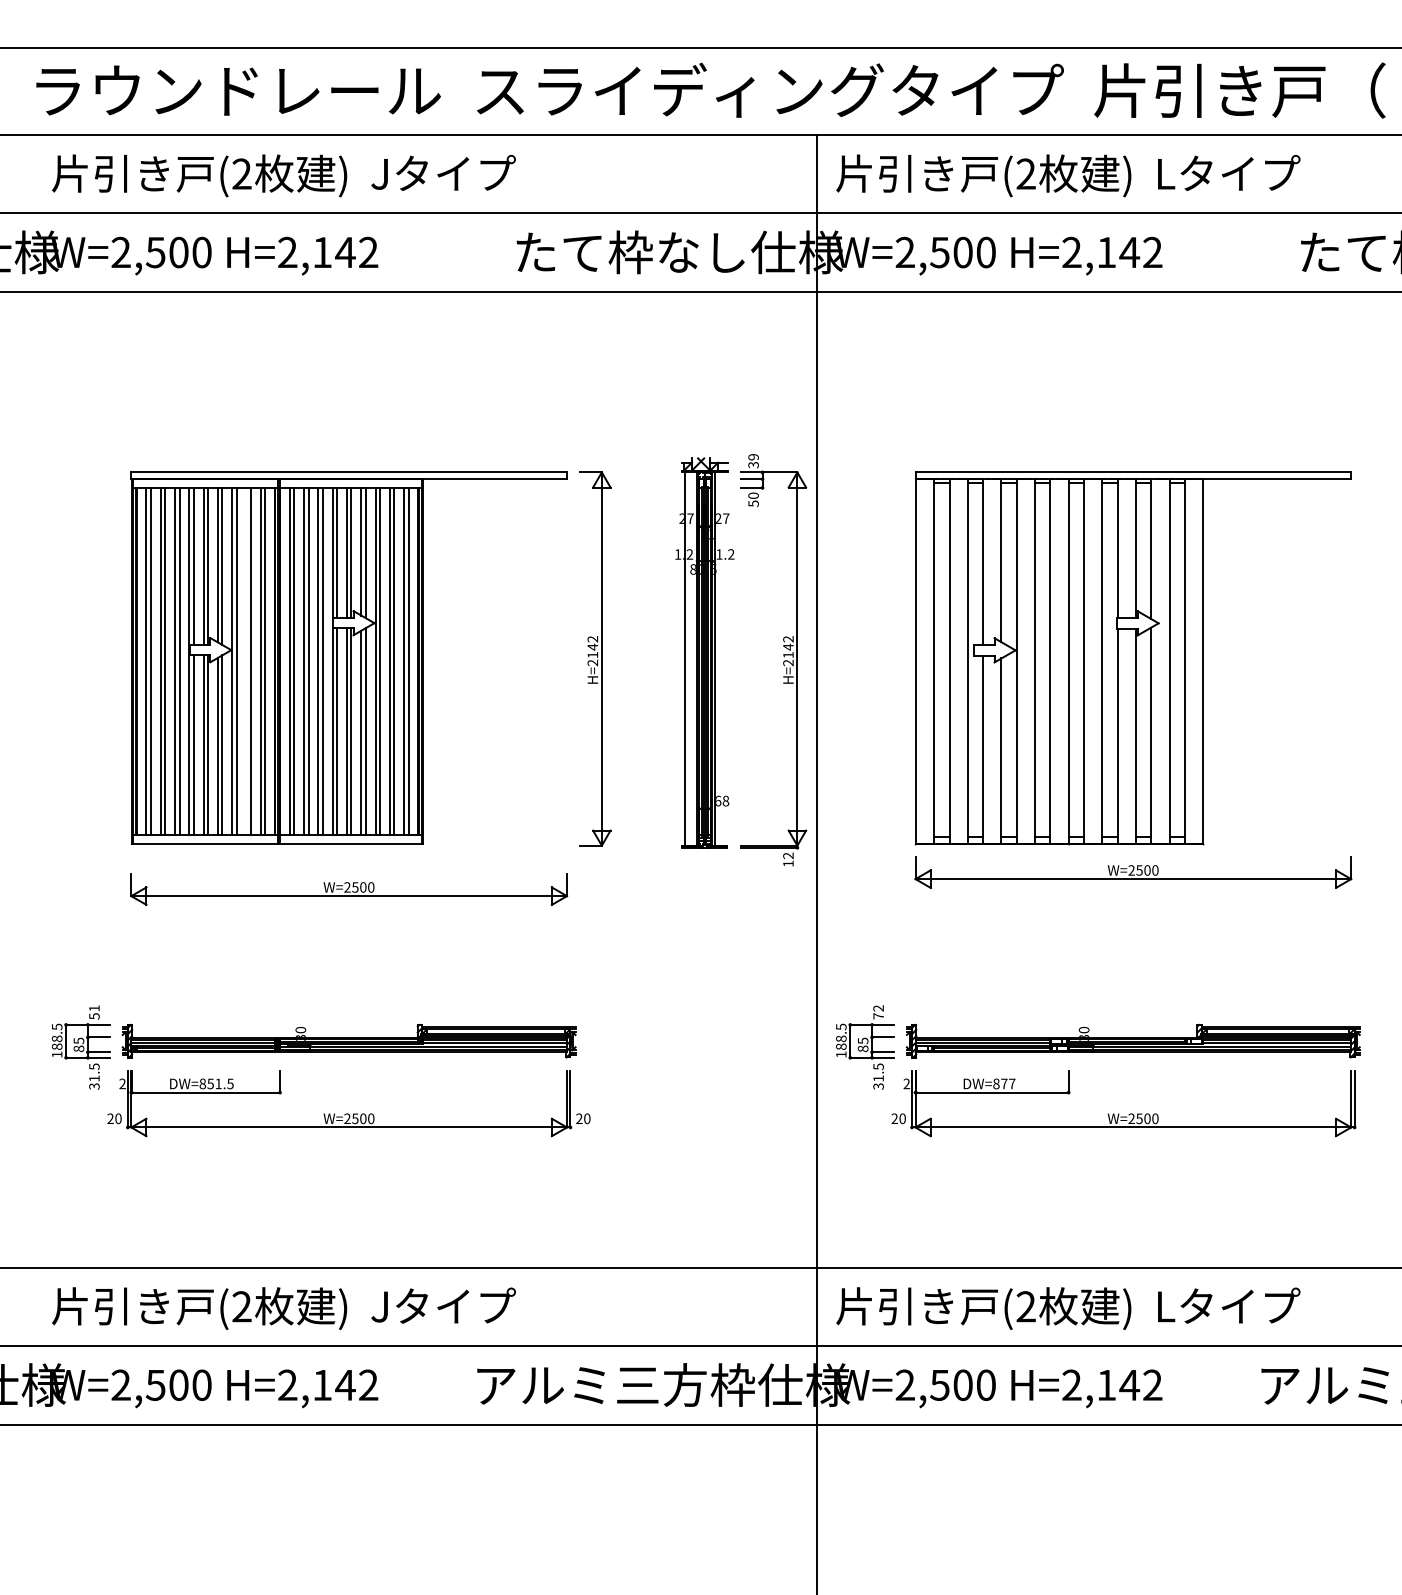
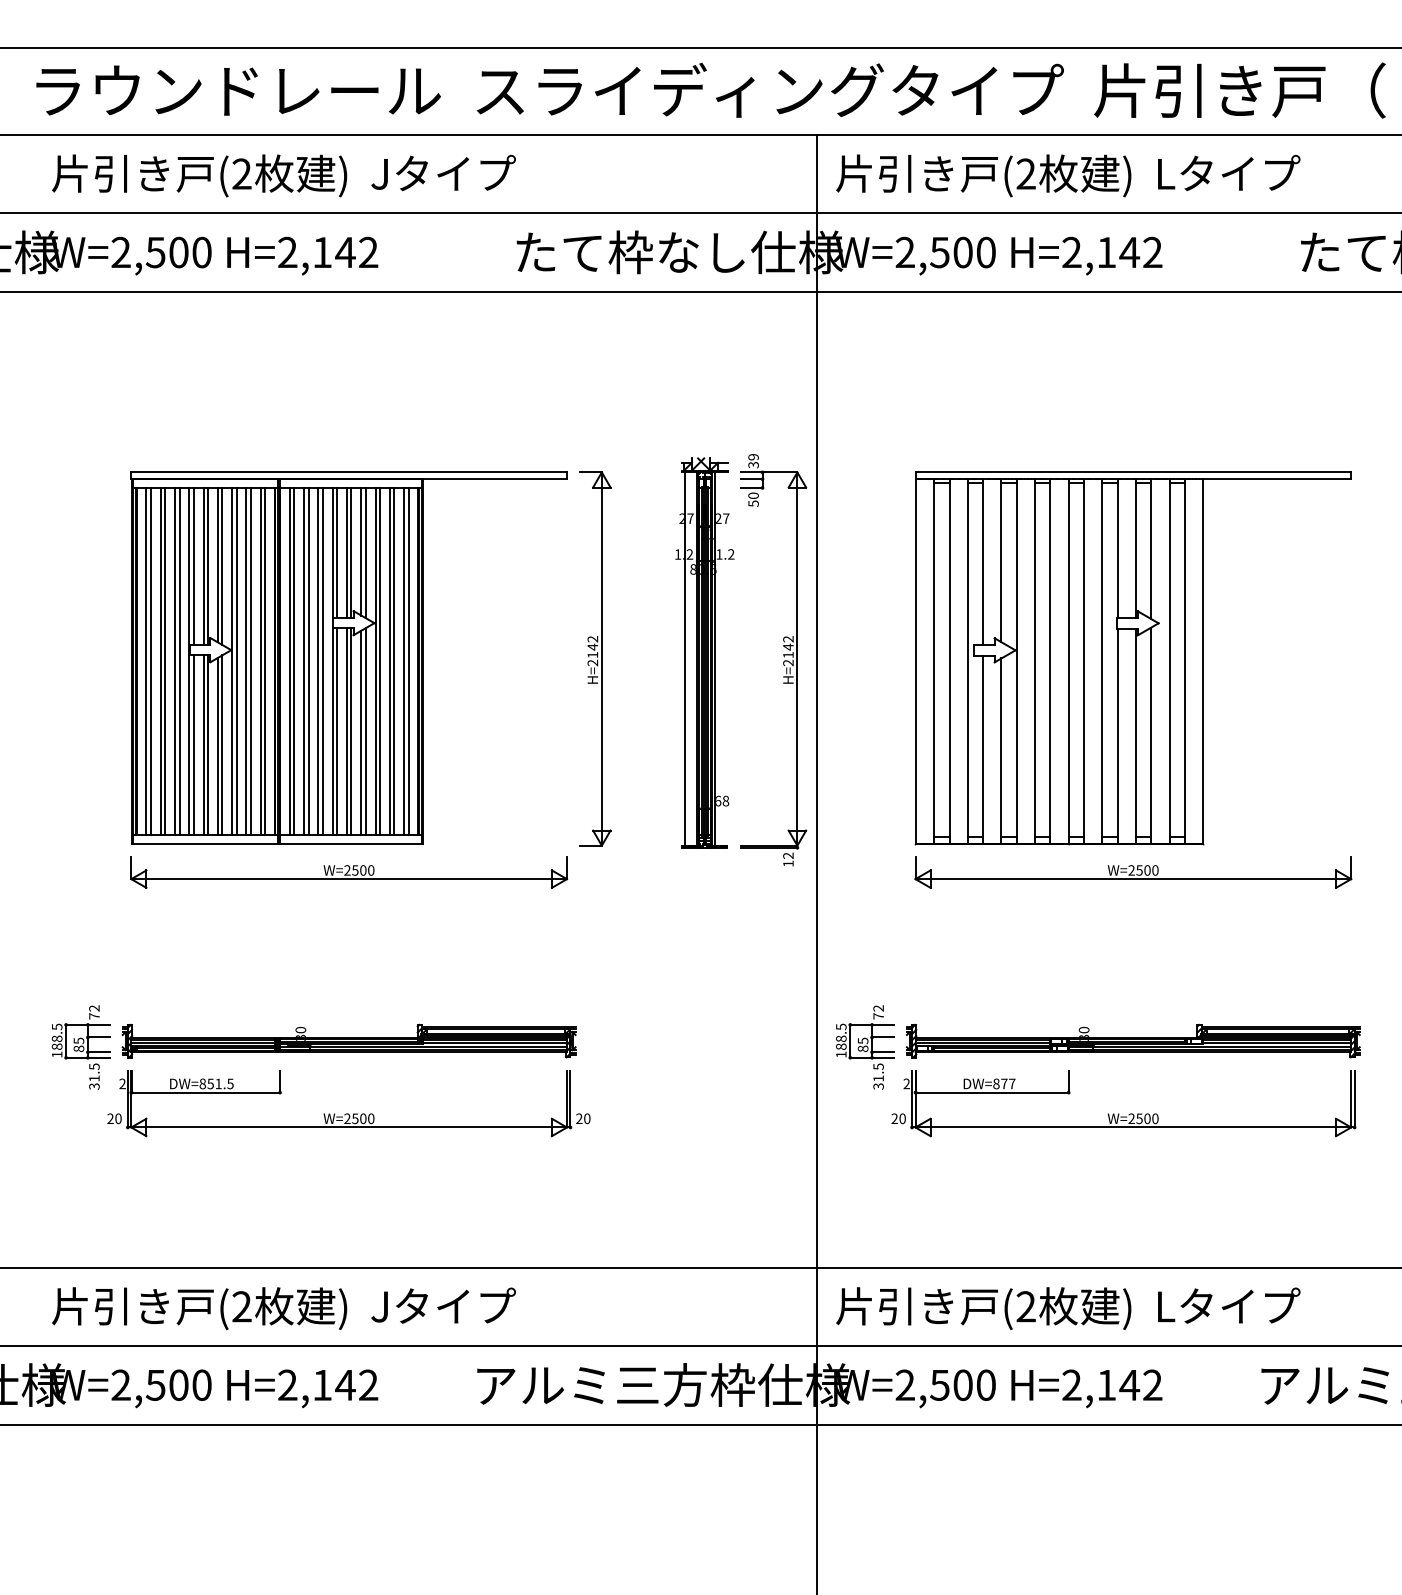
line at (246, 661): none -> present
part at (349, 889) position: (349, 889) -> (349, 872)
text at (94, 1012): 51 -> 72
